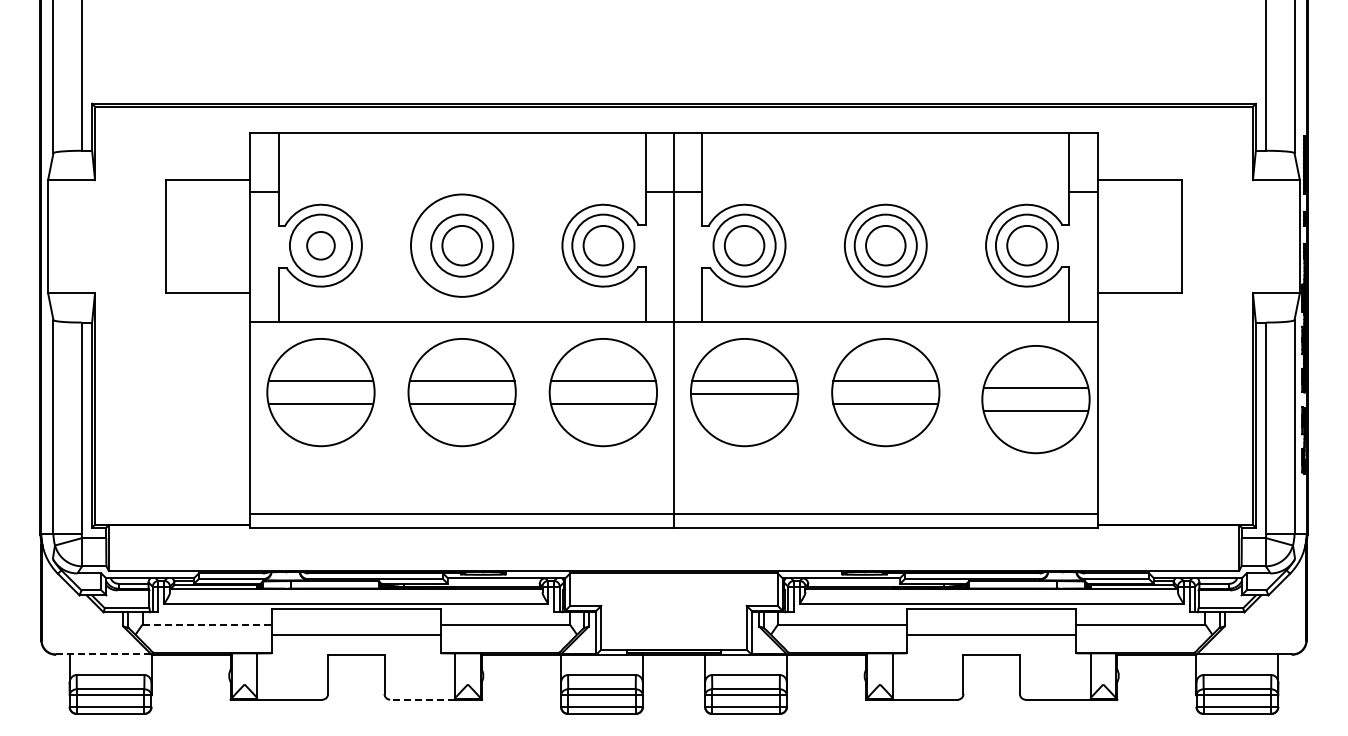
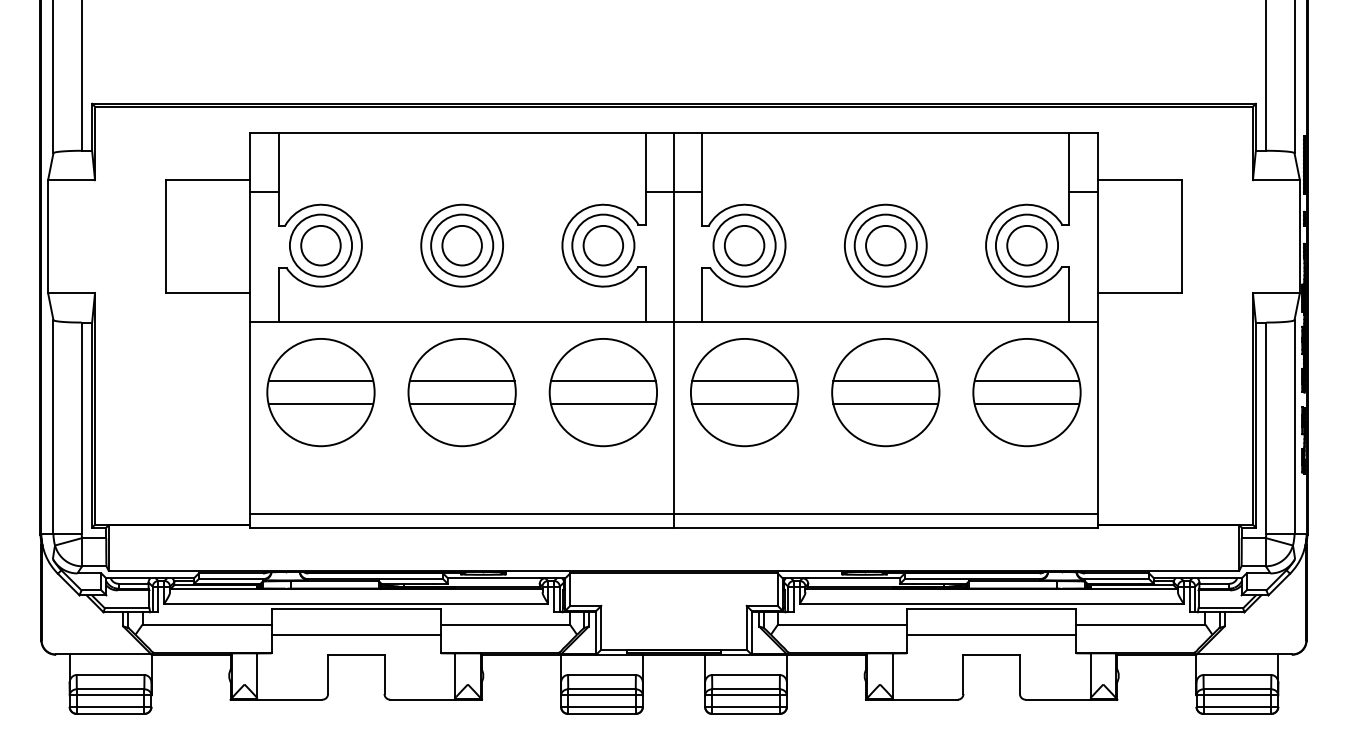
circle at (320, 245) size: 30x30 px -> 42x42 px
circle at (462, 245) diameter: 102 px -> 82 px
line at (744, 393) position: (744, 393) -> (744, 403)
part at (1035, 399) position: (1035, 399) -> (1026, 392)
line at (207, 624): dashed -> solid
line at (103, 654): dashed -> solid
line at (422, 699): dashed -> solid
